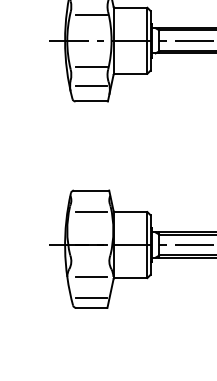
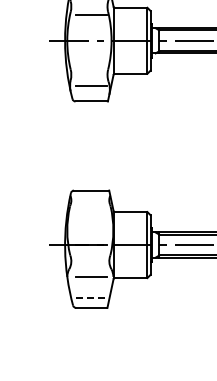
line at (91, 66): present -> none
line at (91, 212): present -> none
line at (91, 297): solid -> dashed
